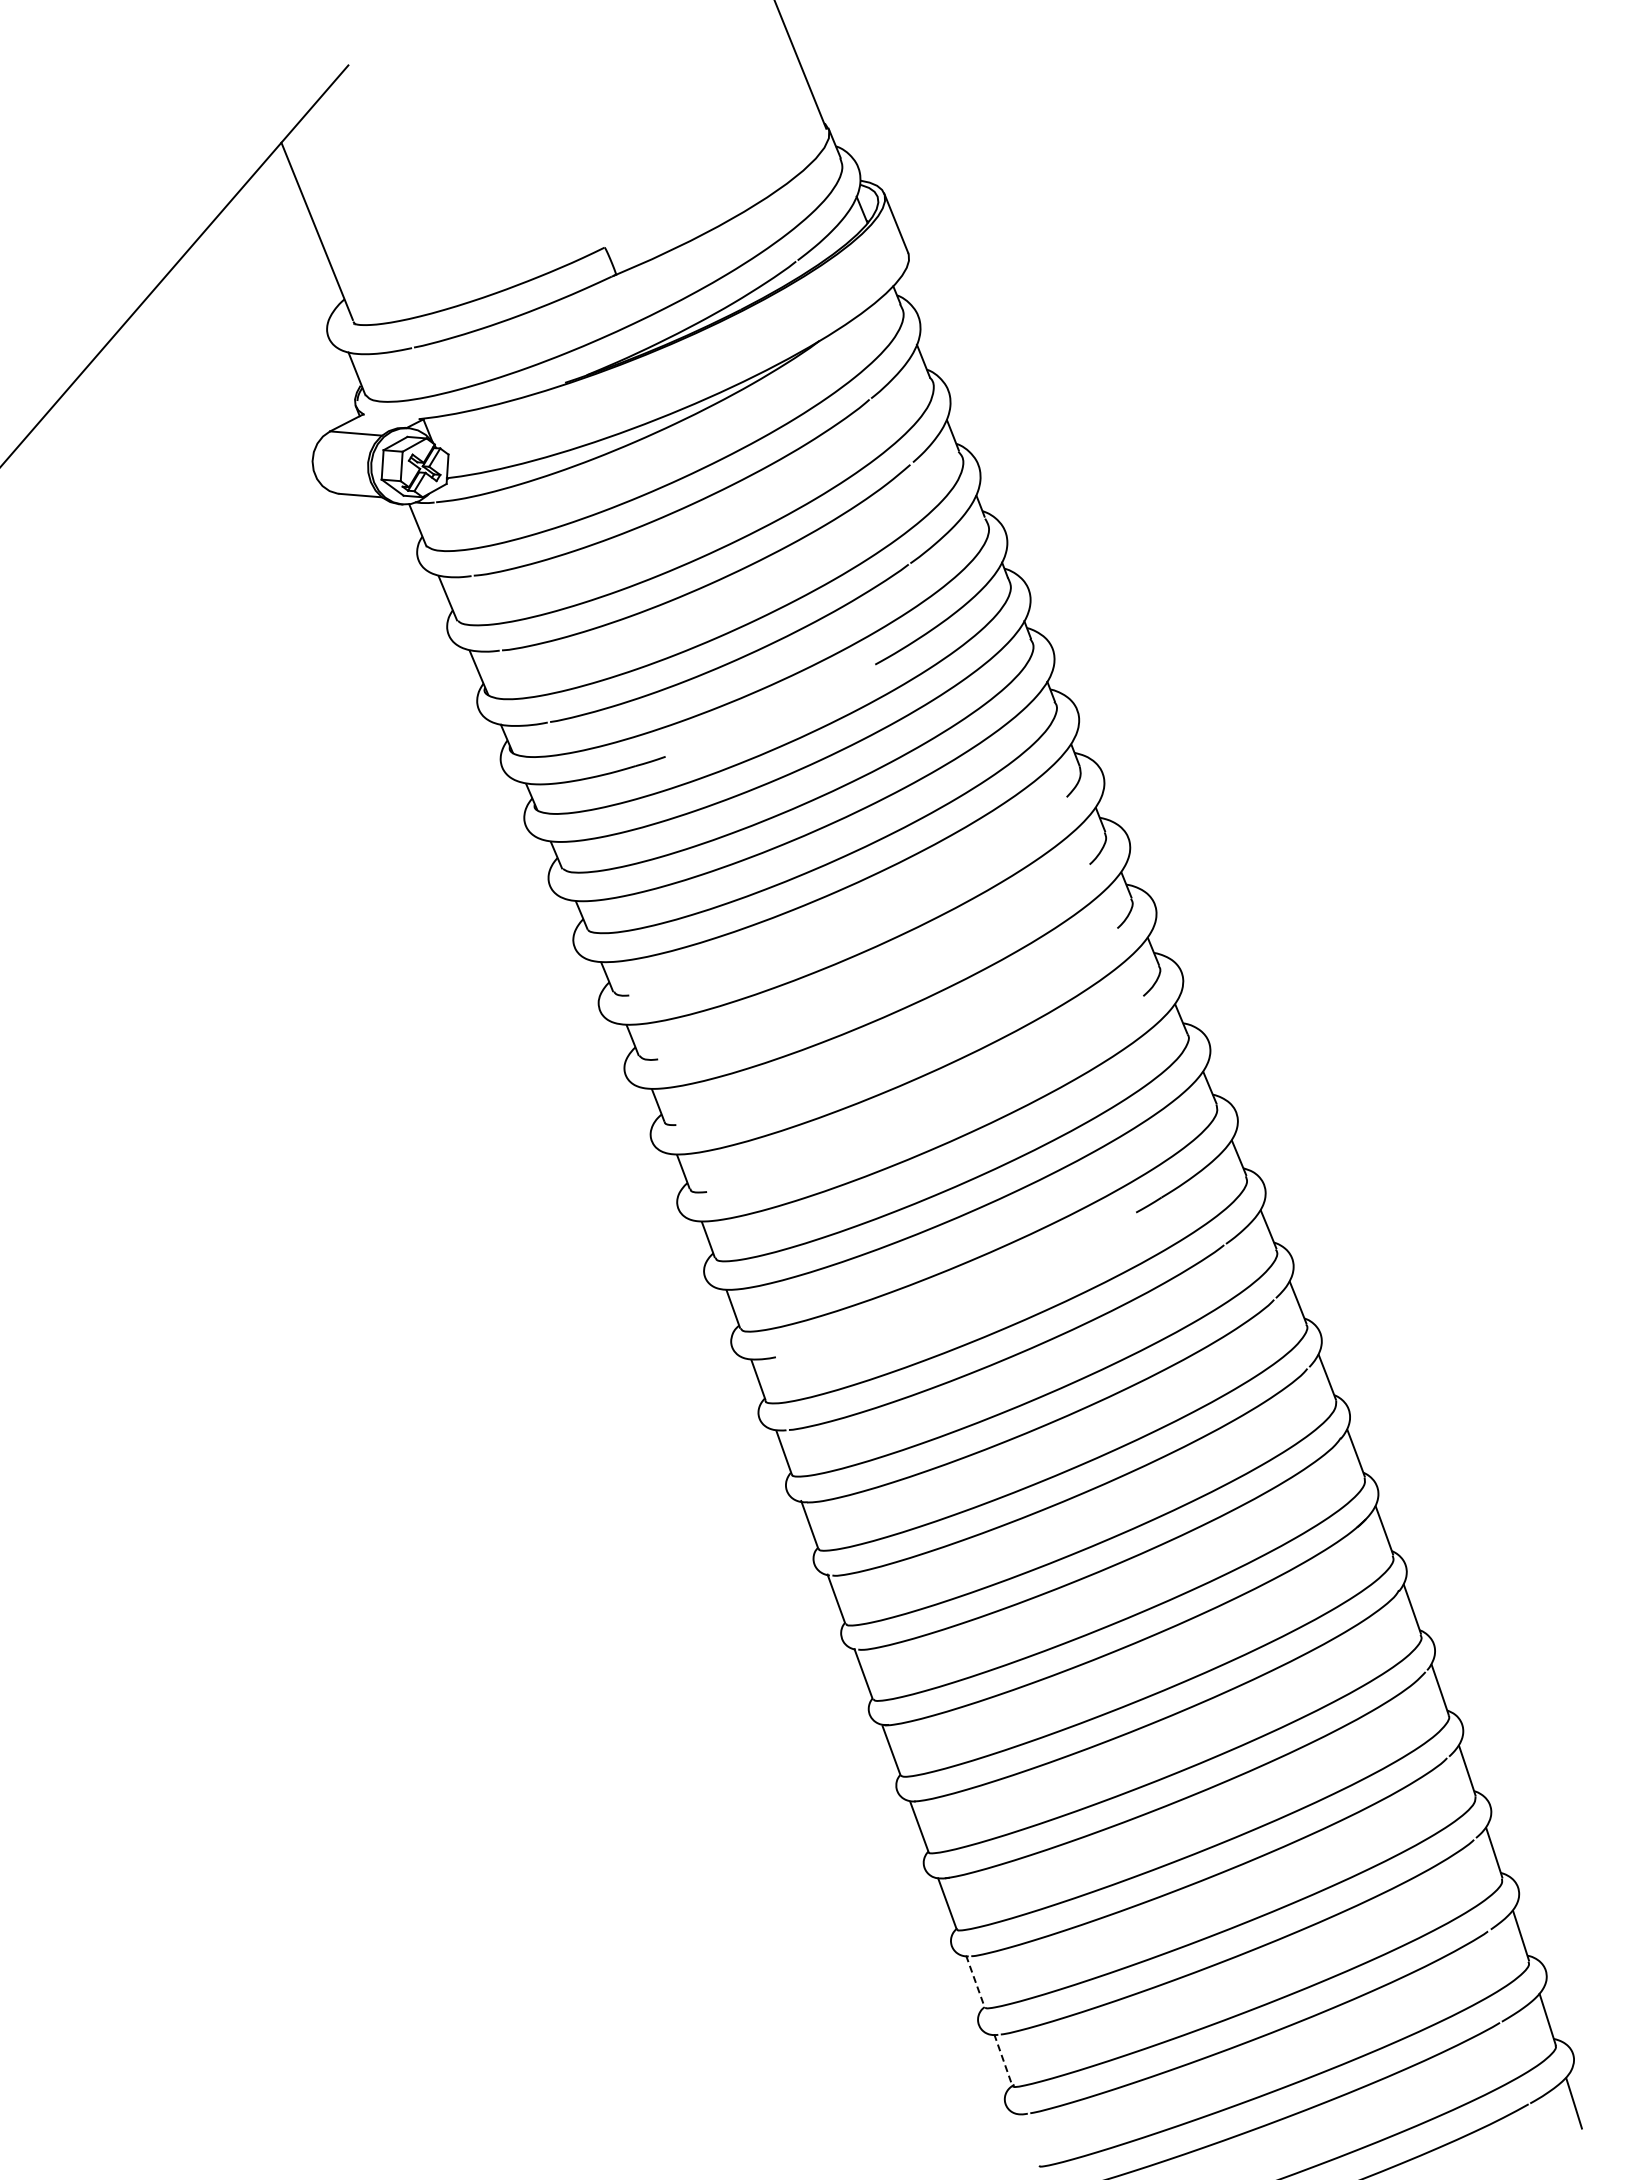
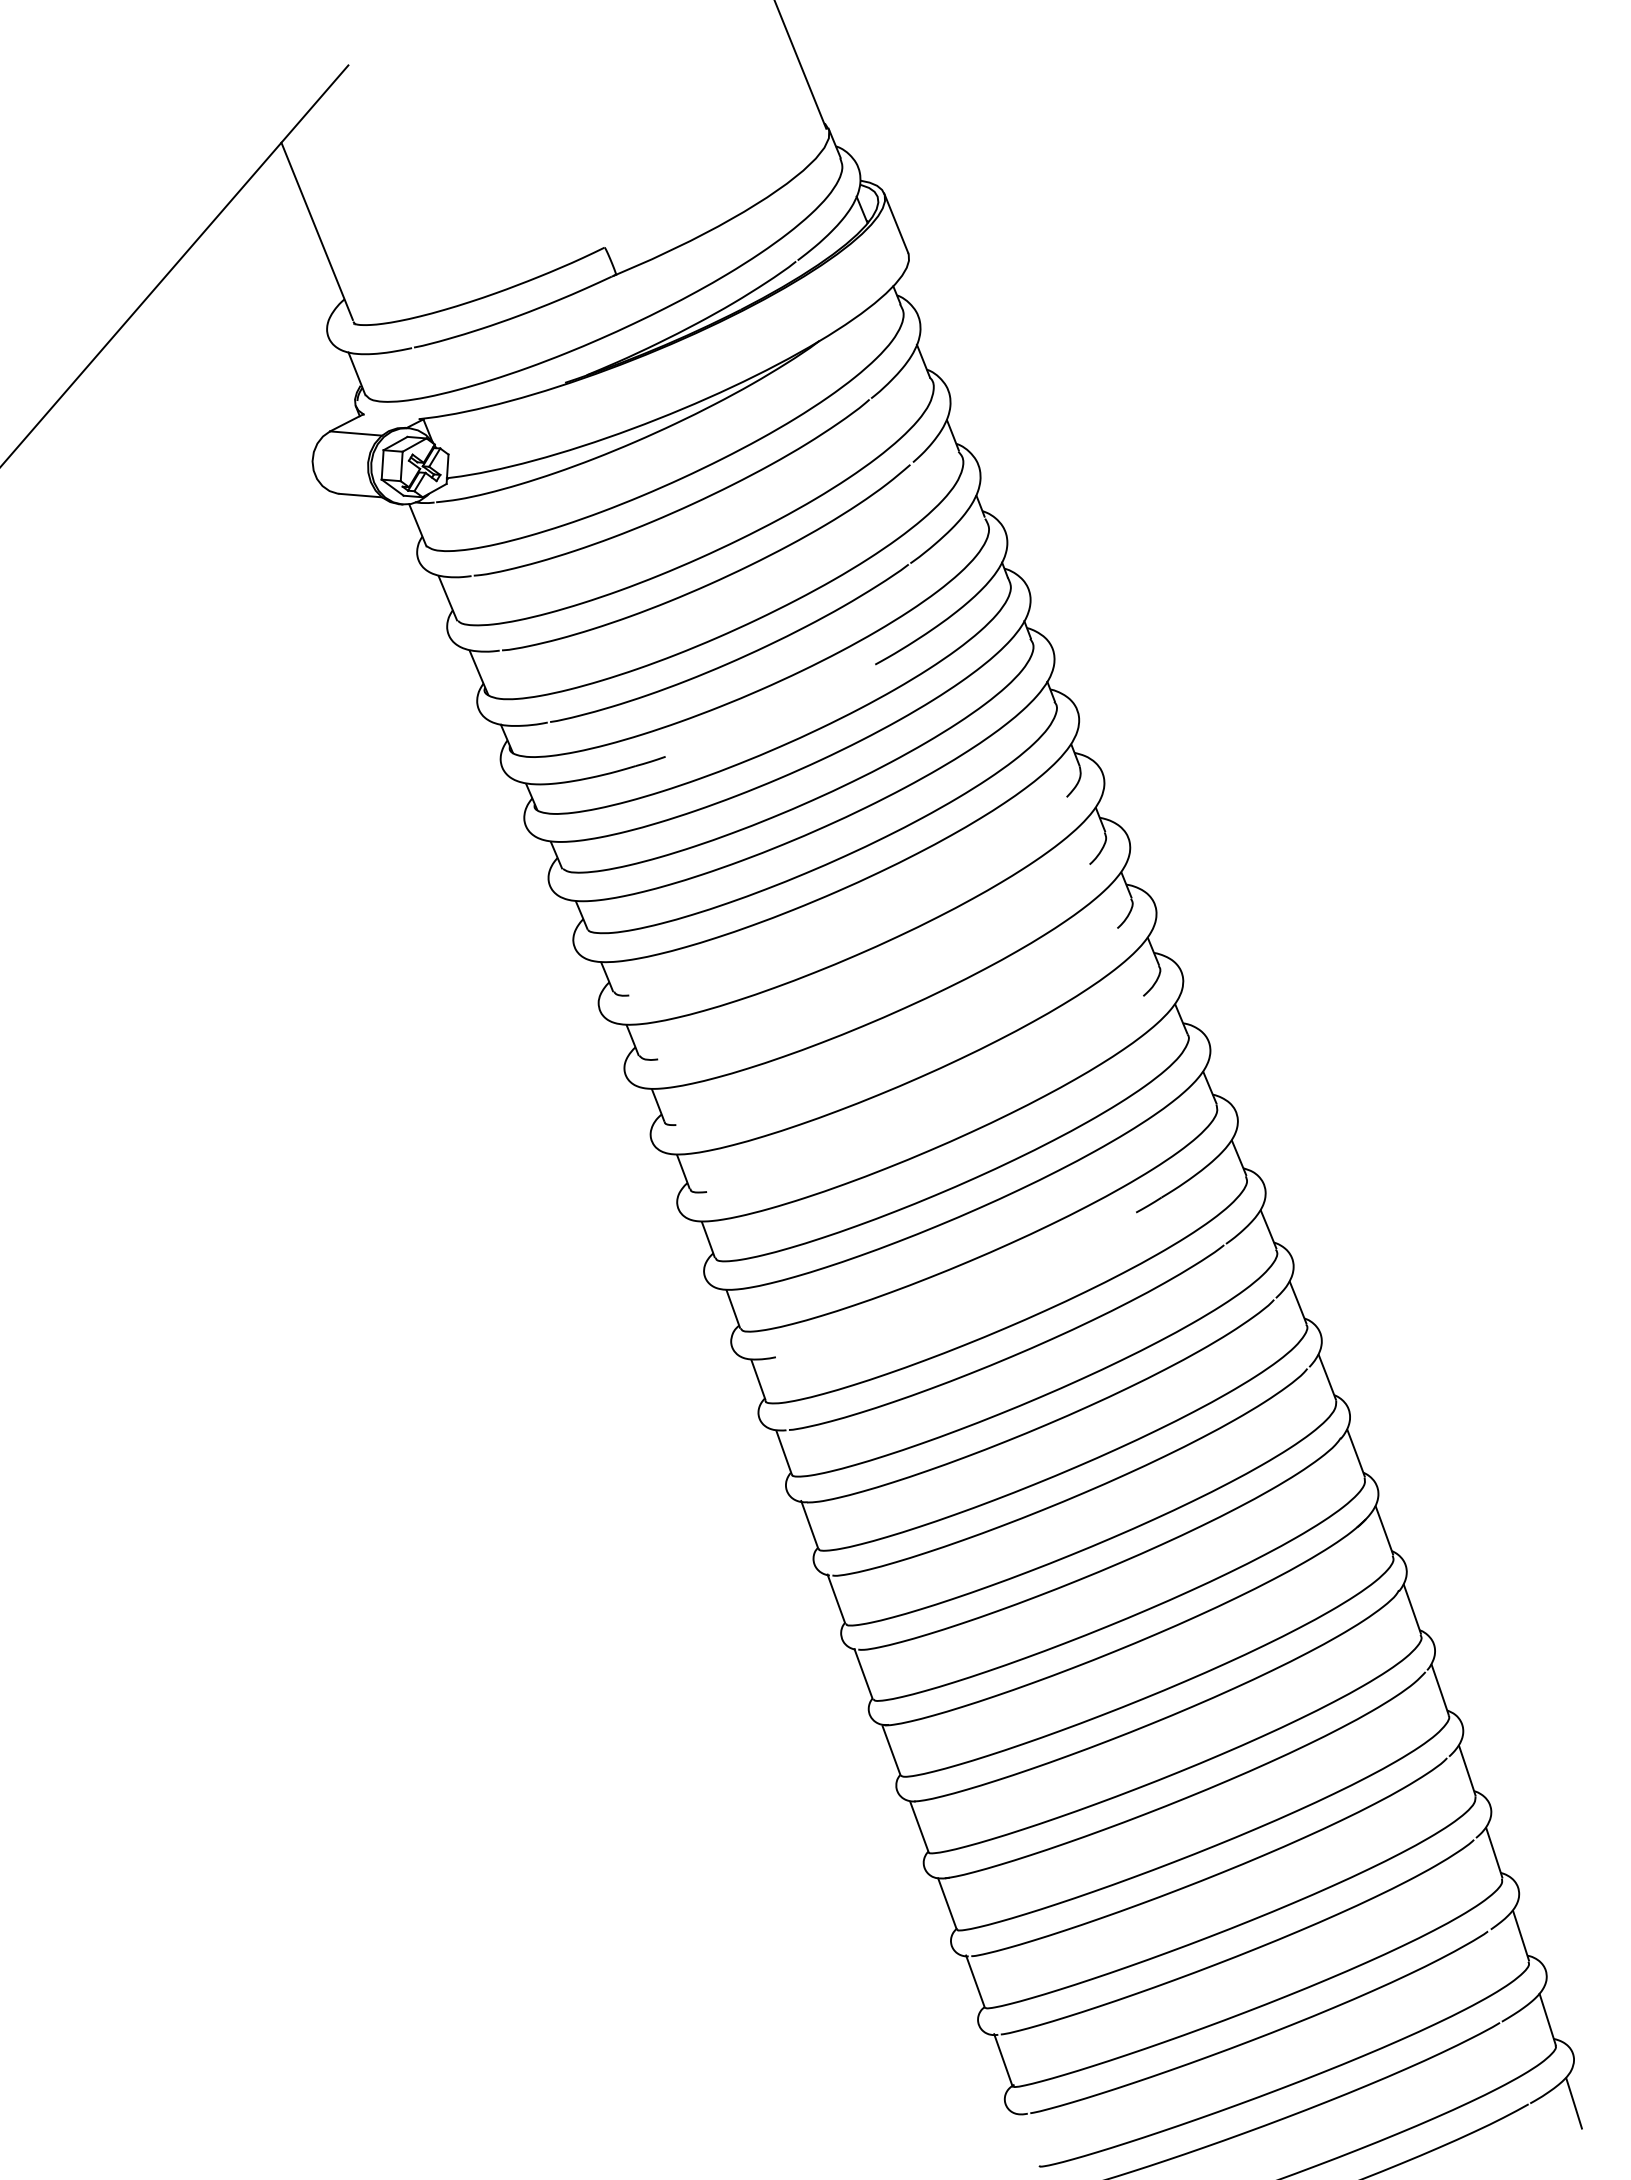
line at (975, 1981): dashed -> solid
line at (1003, 2060): dashed -> solid
